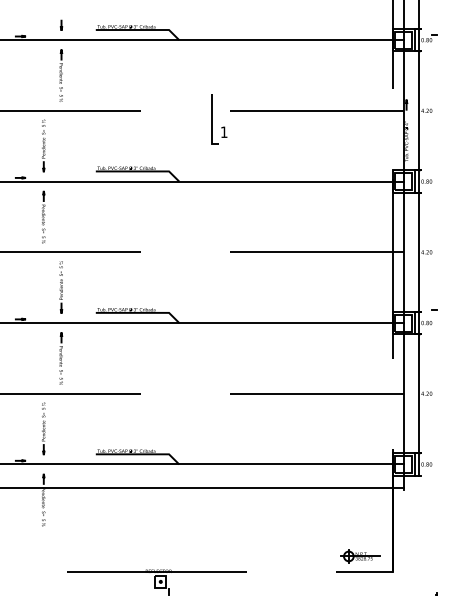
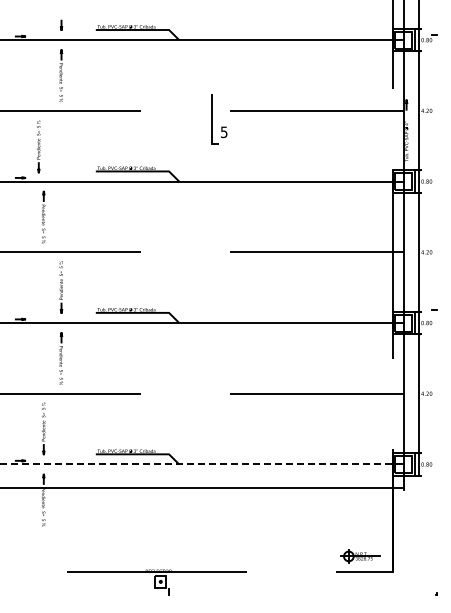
text at (224, 132): 1 -> 5
part at (43, 145) position: (43, 145) -> (38, 146)
line at (201, 464): solid -> dashed
